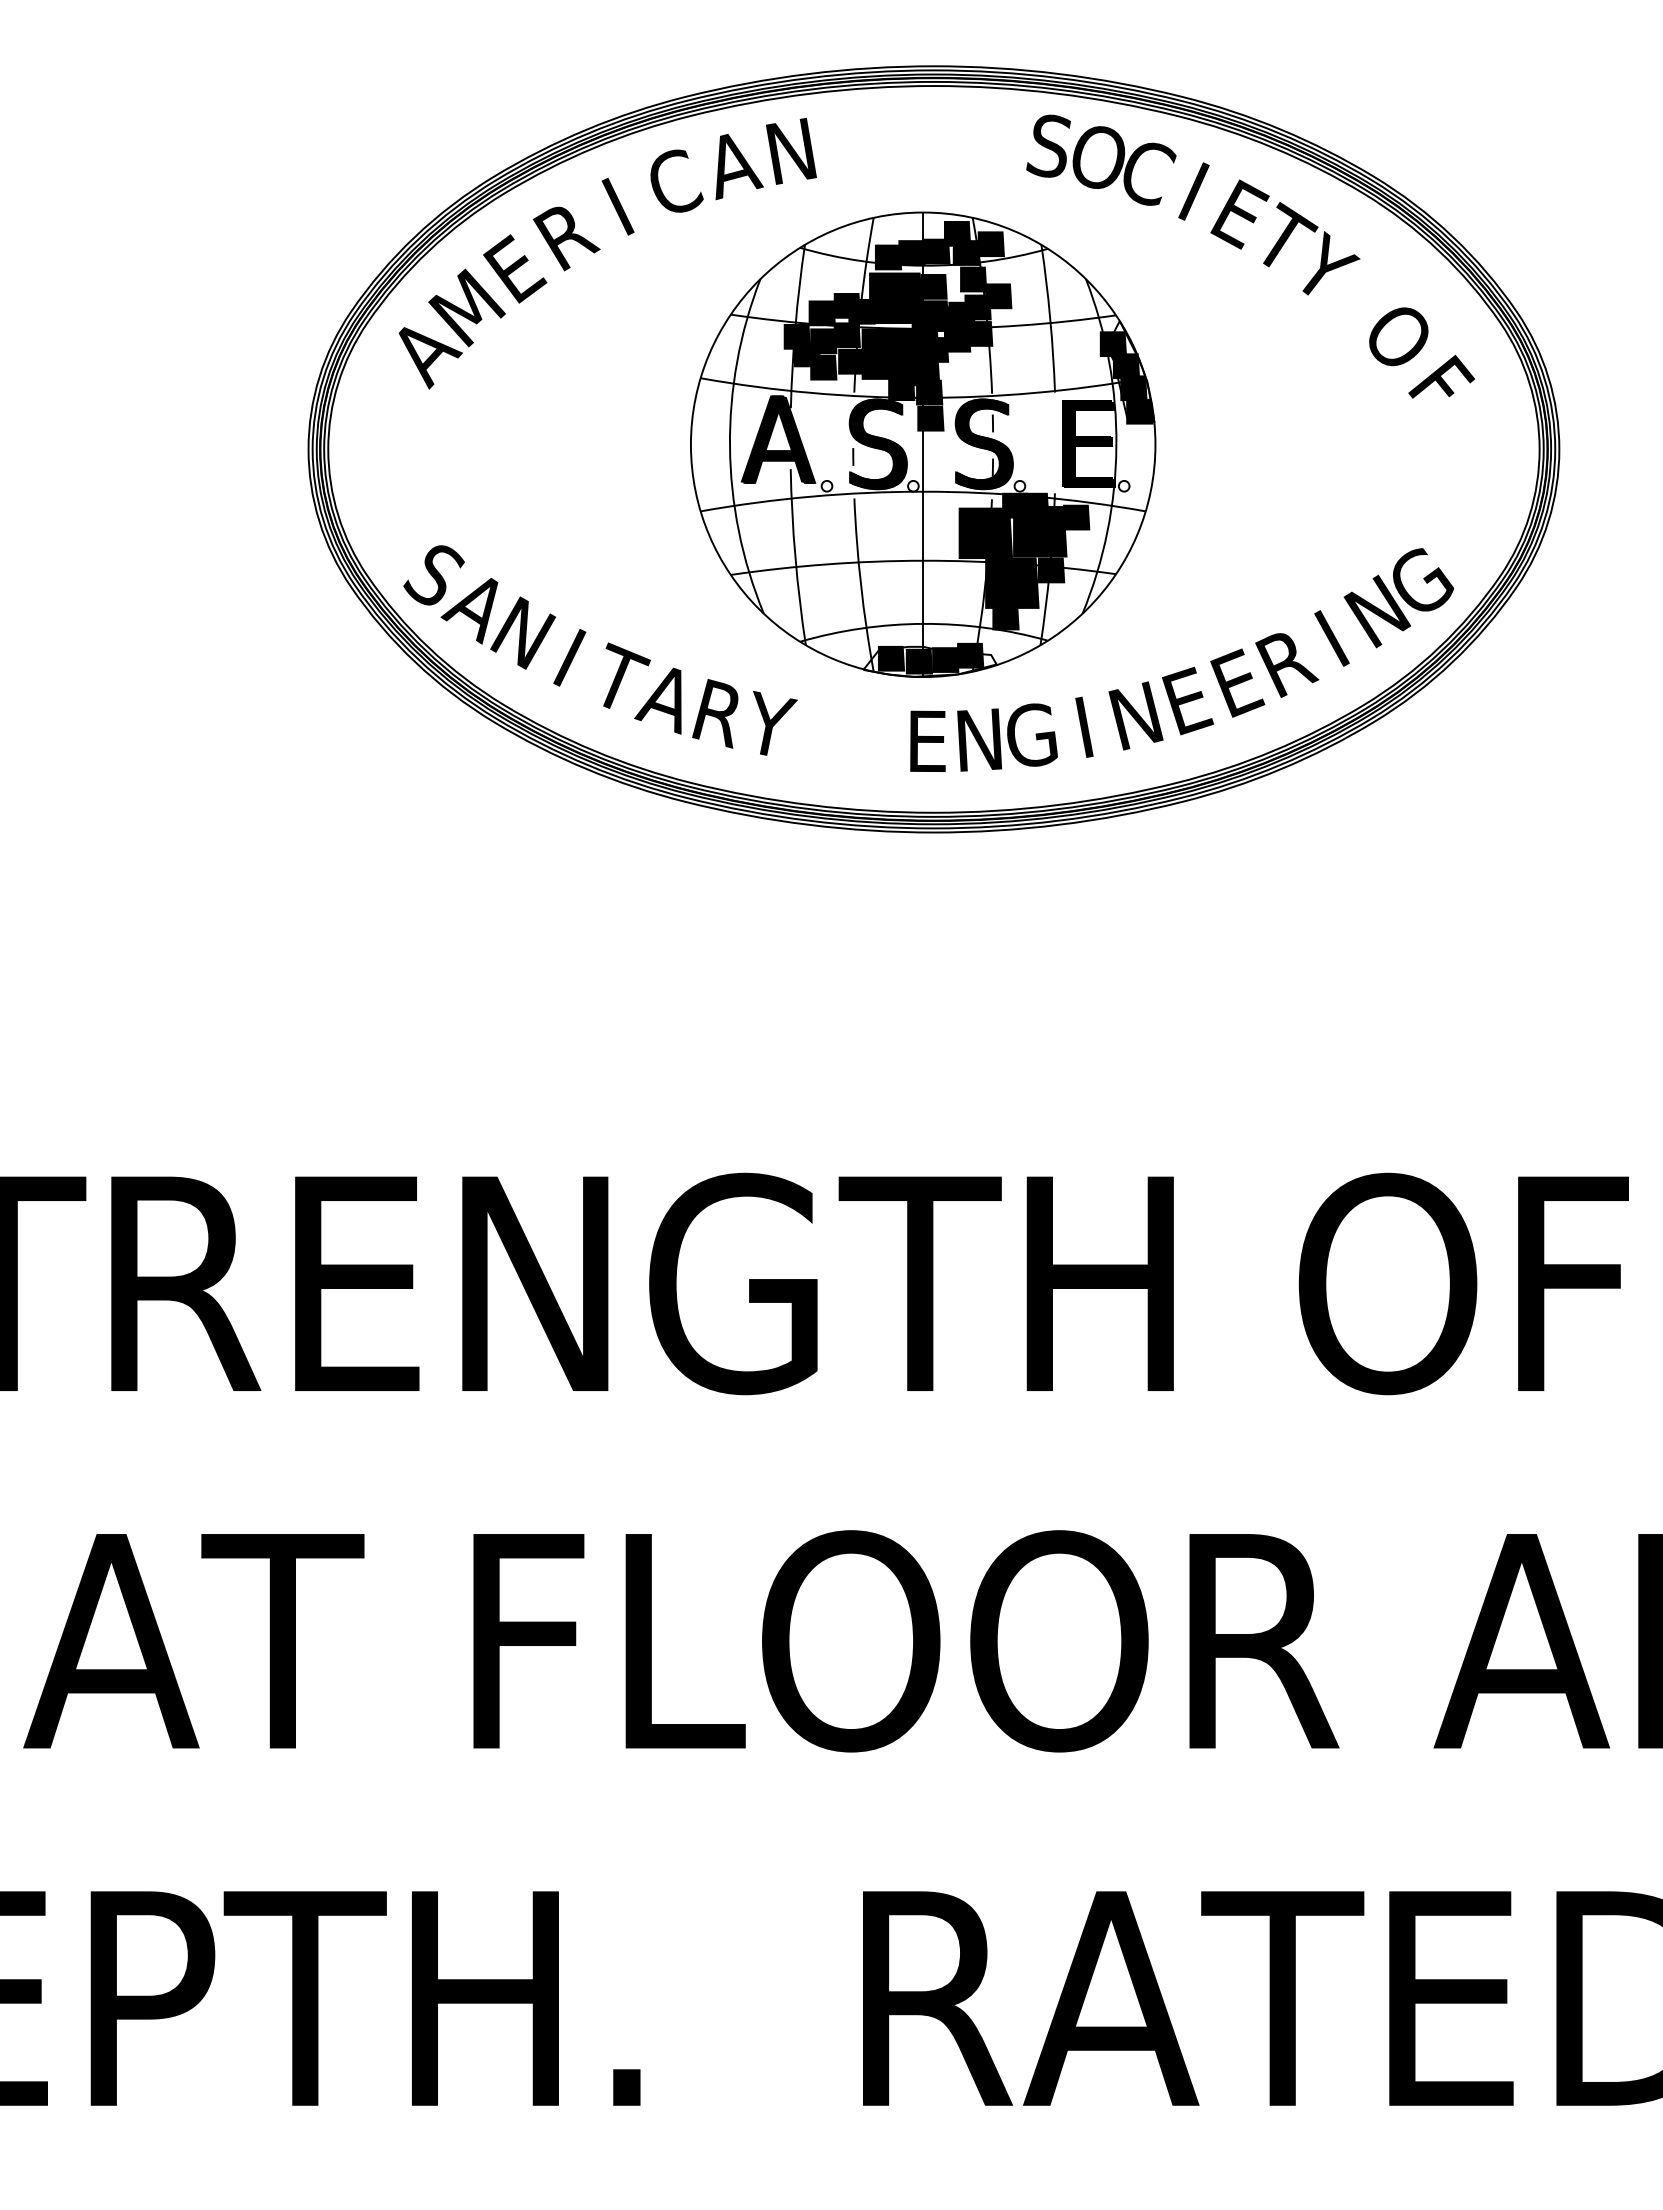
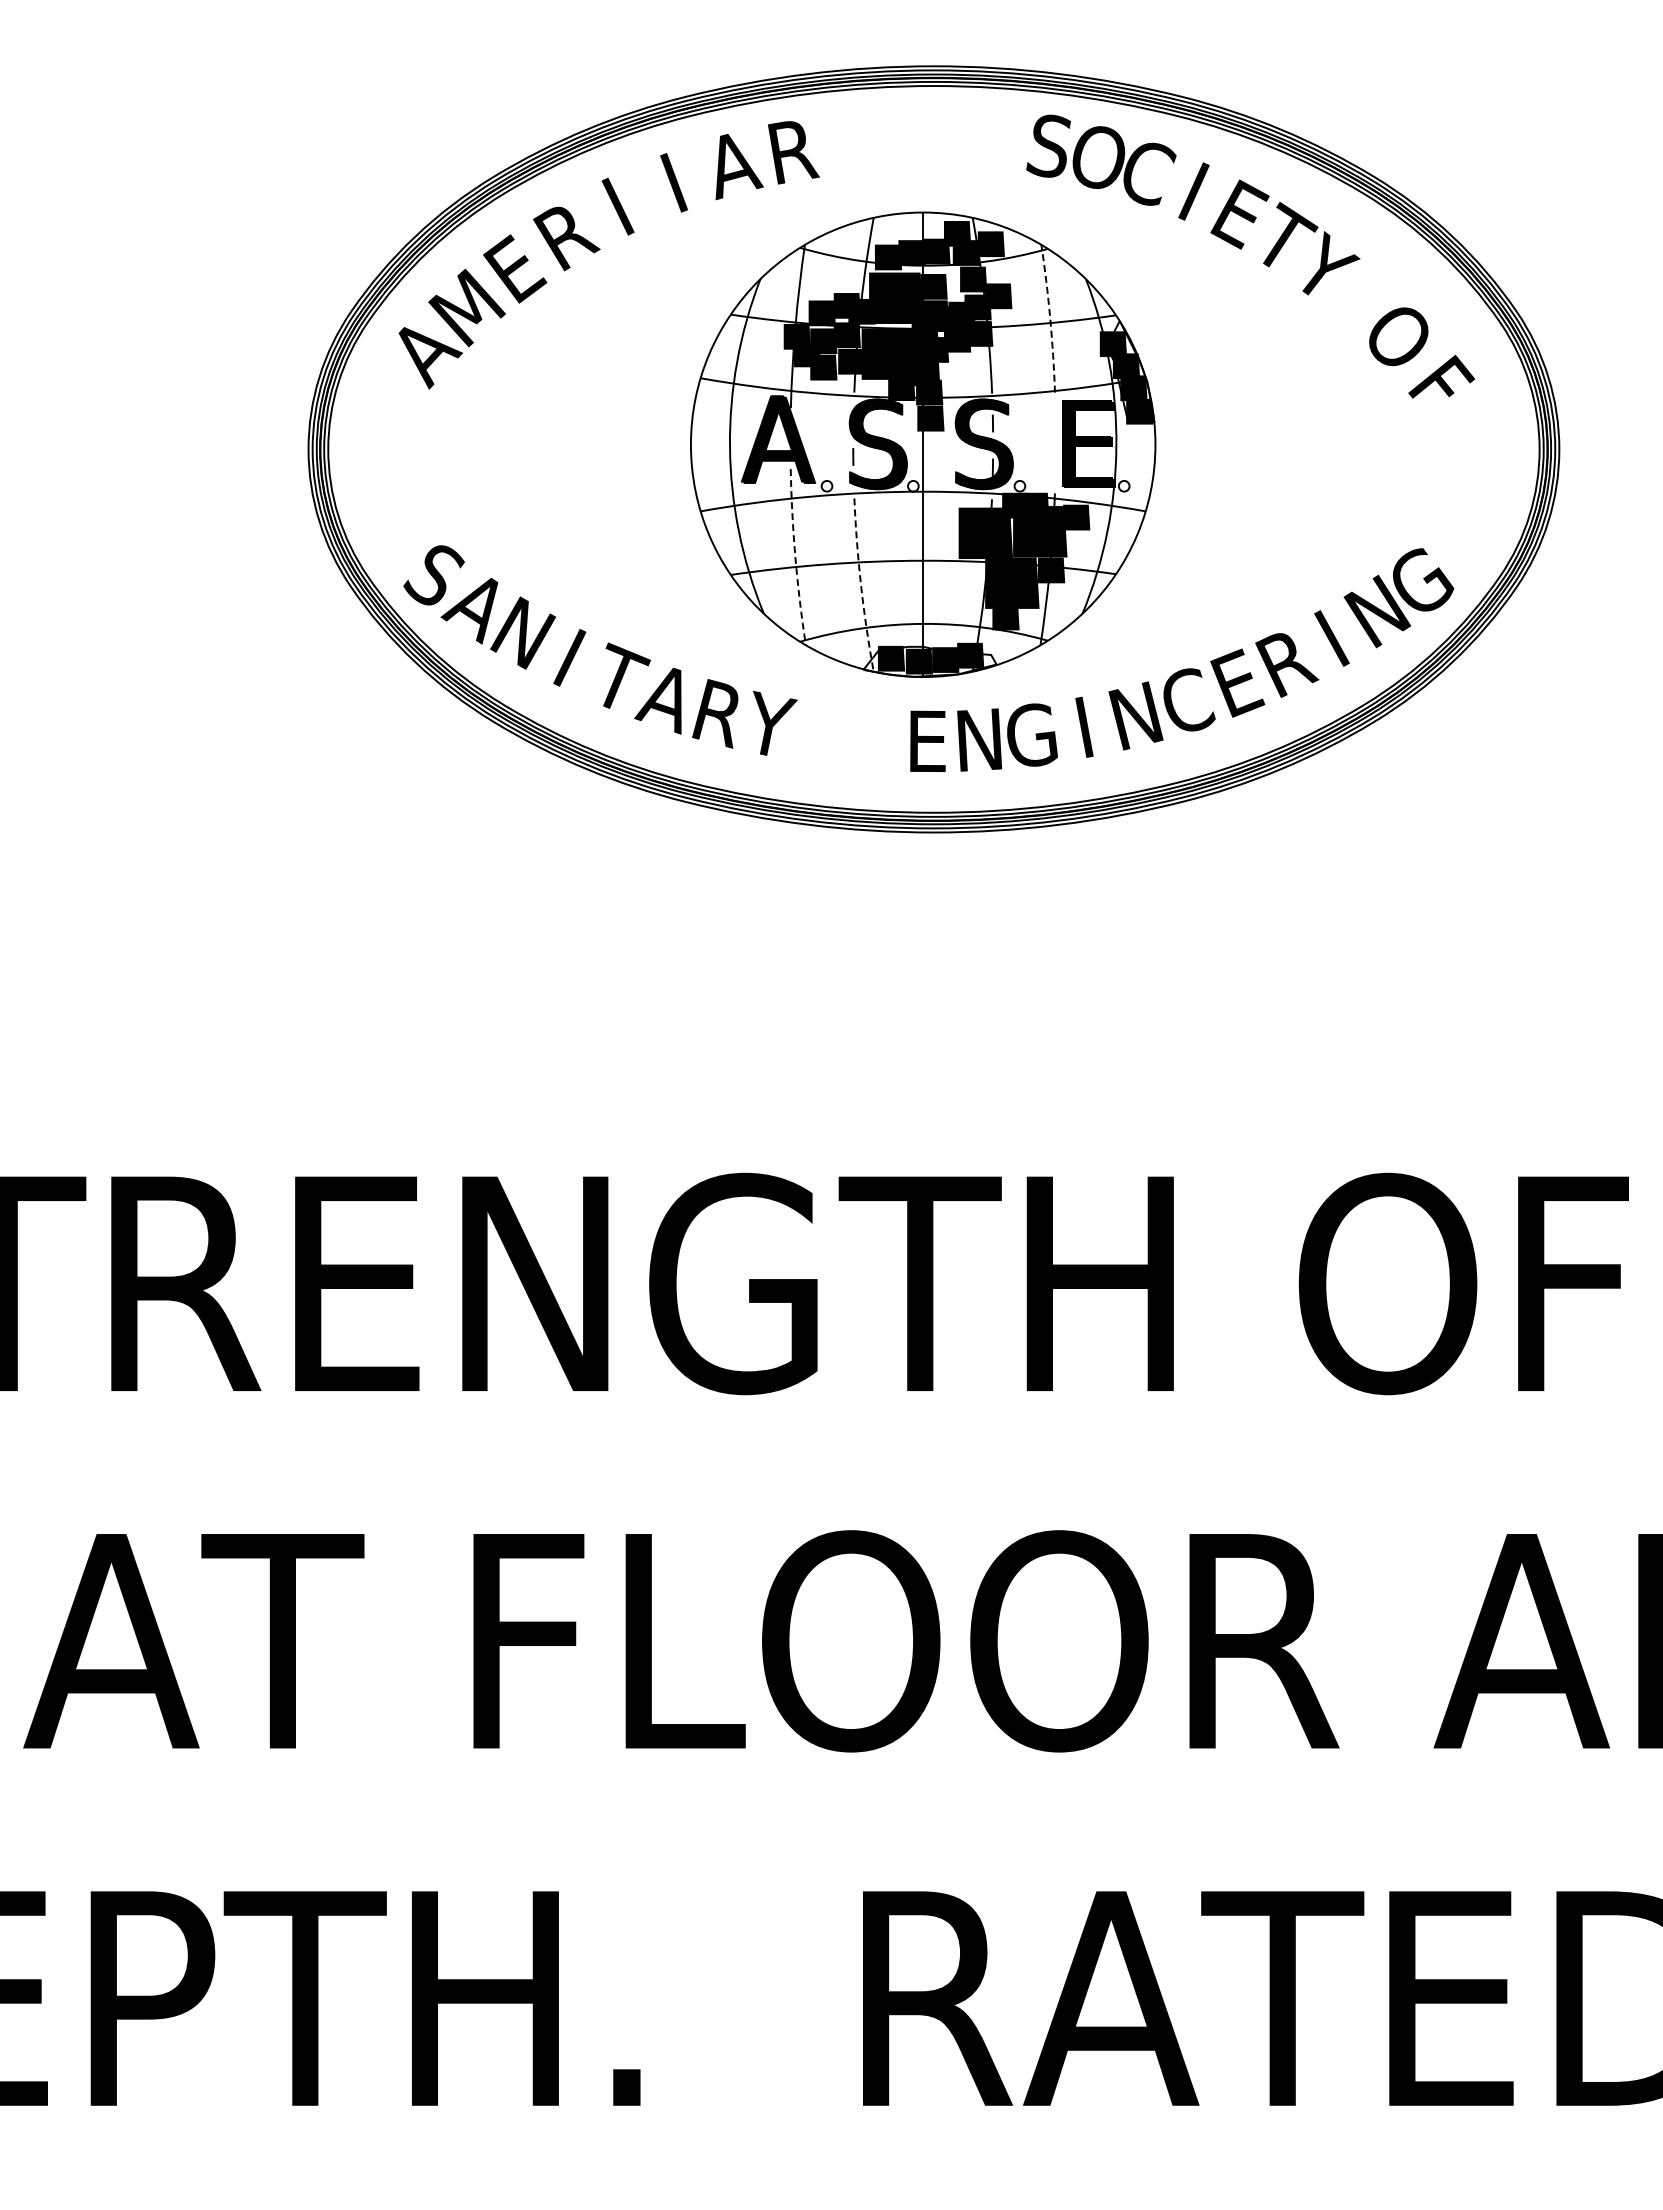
text at (792, 150): N -> R
text at (676, 180): C -> I
arc at (1050, 318): solid -> dashed
arc at (795, 557): solid -> dashed
arc at (861, 585): solid -> dashed
text at (1188, 700): E -> C
